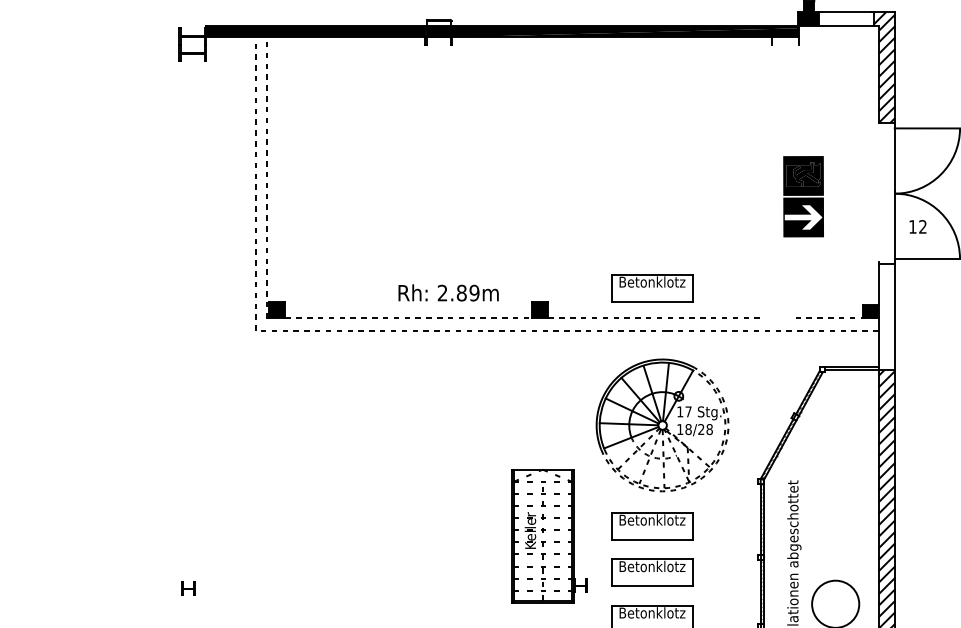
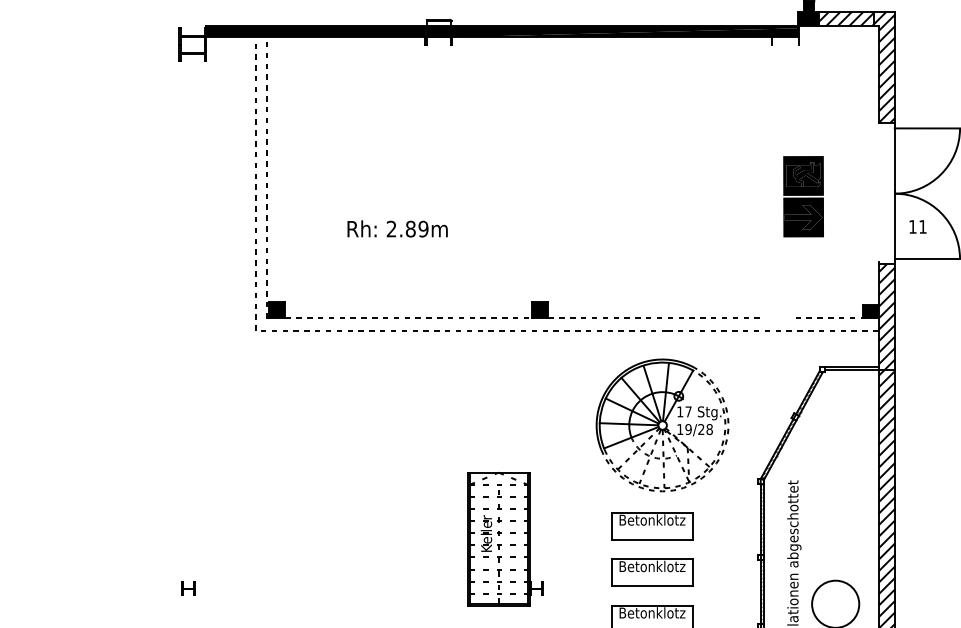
hatch at (846, 19): none -> present
fill at (803, 217): none -> present
text at (922, 226): 12 -> 11
part at (652, 288): present -> none
text at (448, 292) position: (448, 292) -> (397, 228)
hatch at (887, 317): none -> present
text at (688, 429): 18/28 -> 19/28
part at (549, 536) position: (549, 536) -> (505, 539)
